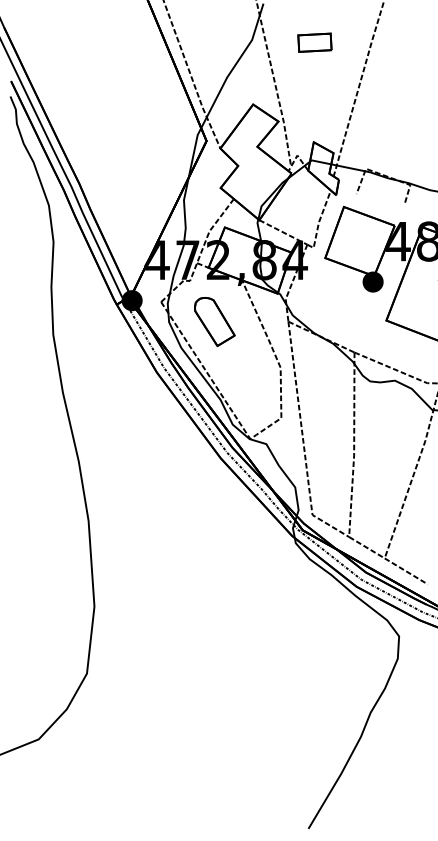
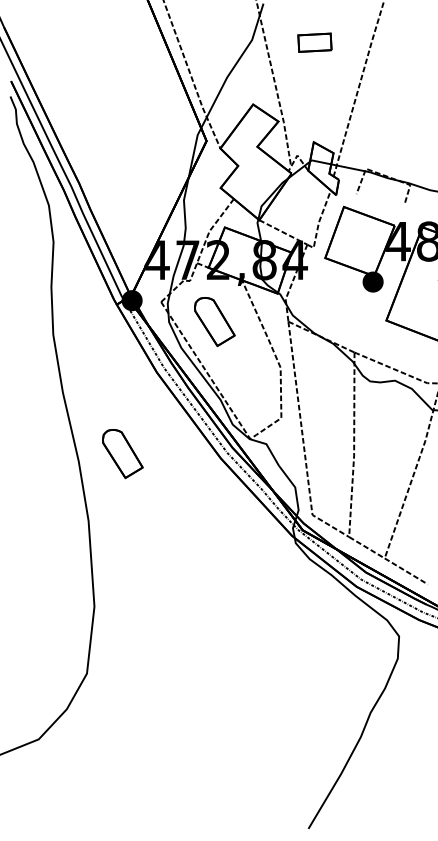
part at (122, 454): none -> present
